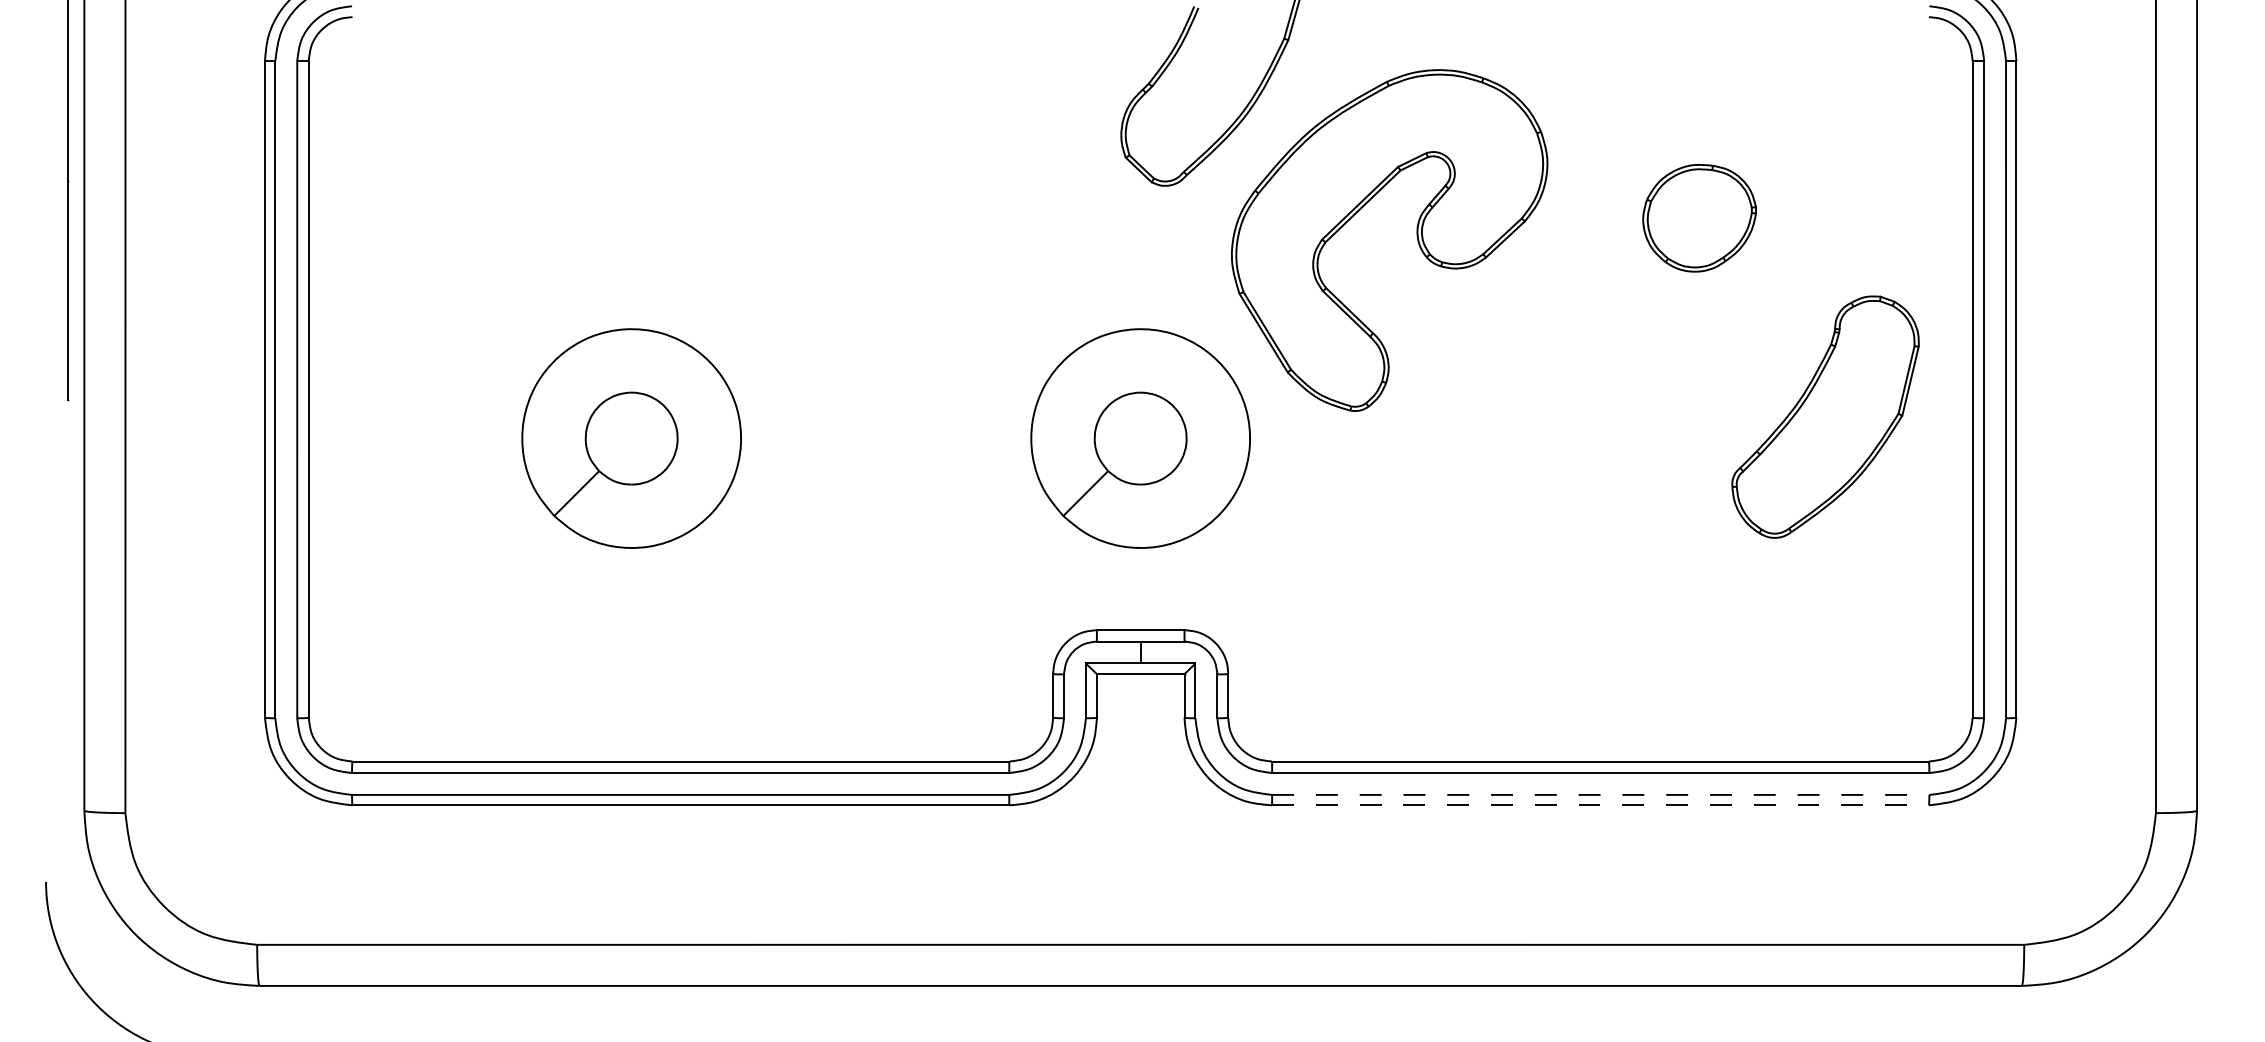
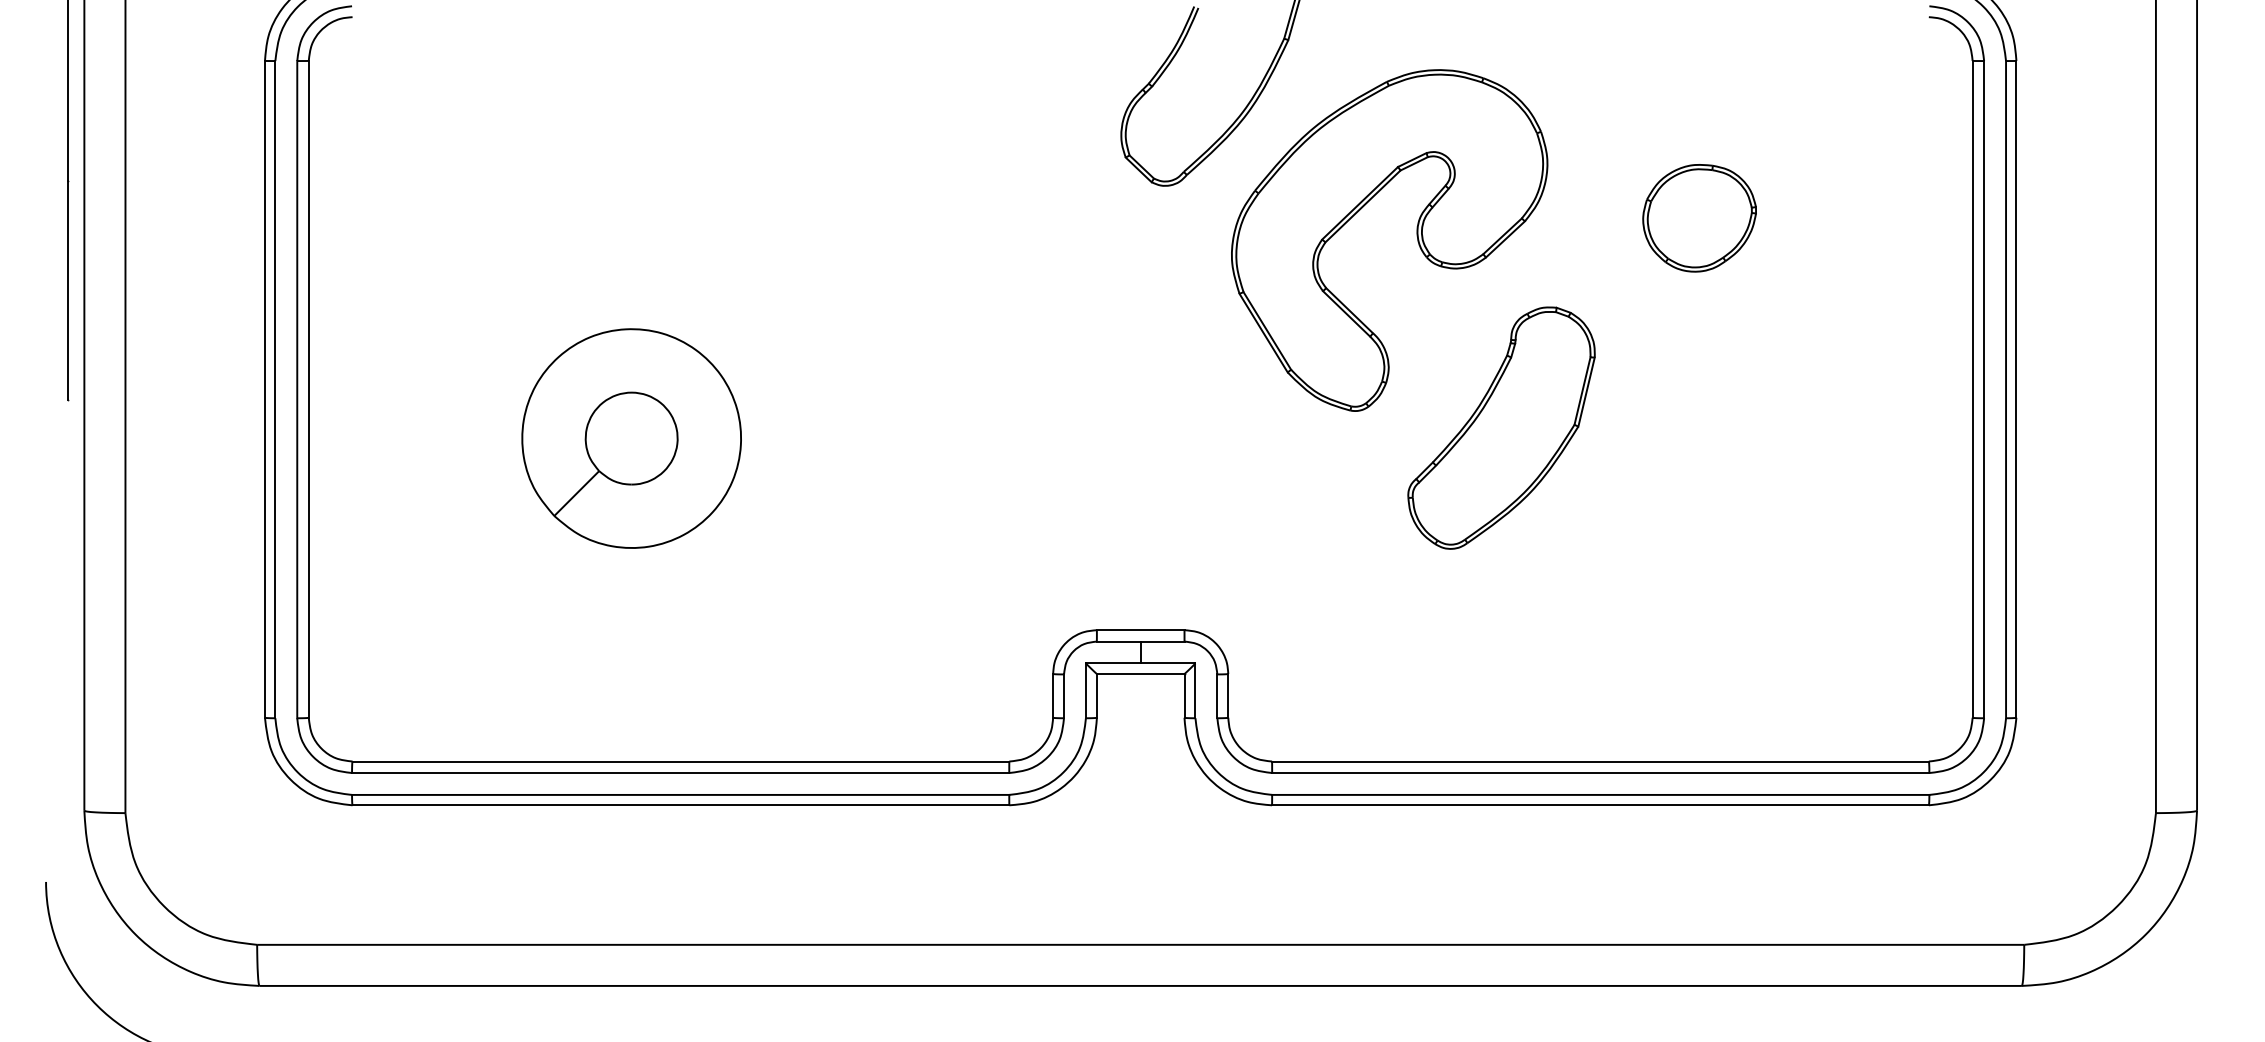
part at (1825, 416) position: (1825, 416) -> (1501, 427)
part at (1140, 438): present -> none
line at (1600, 794): dashed -> solid
line at (1600, 805): dashed -> solid
